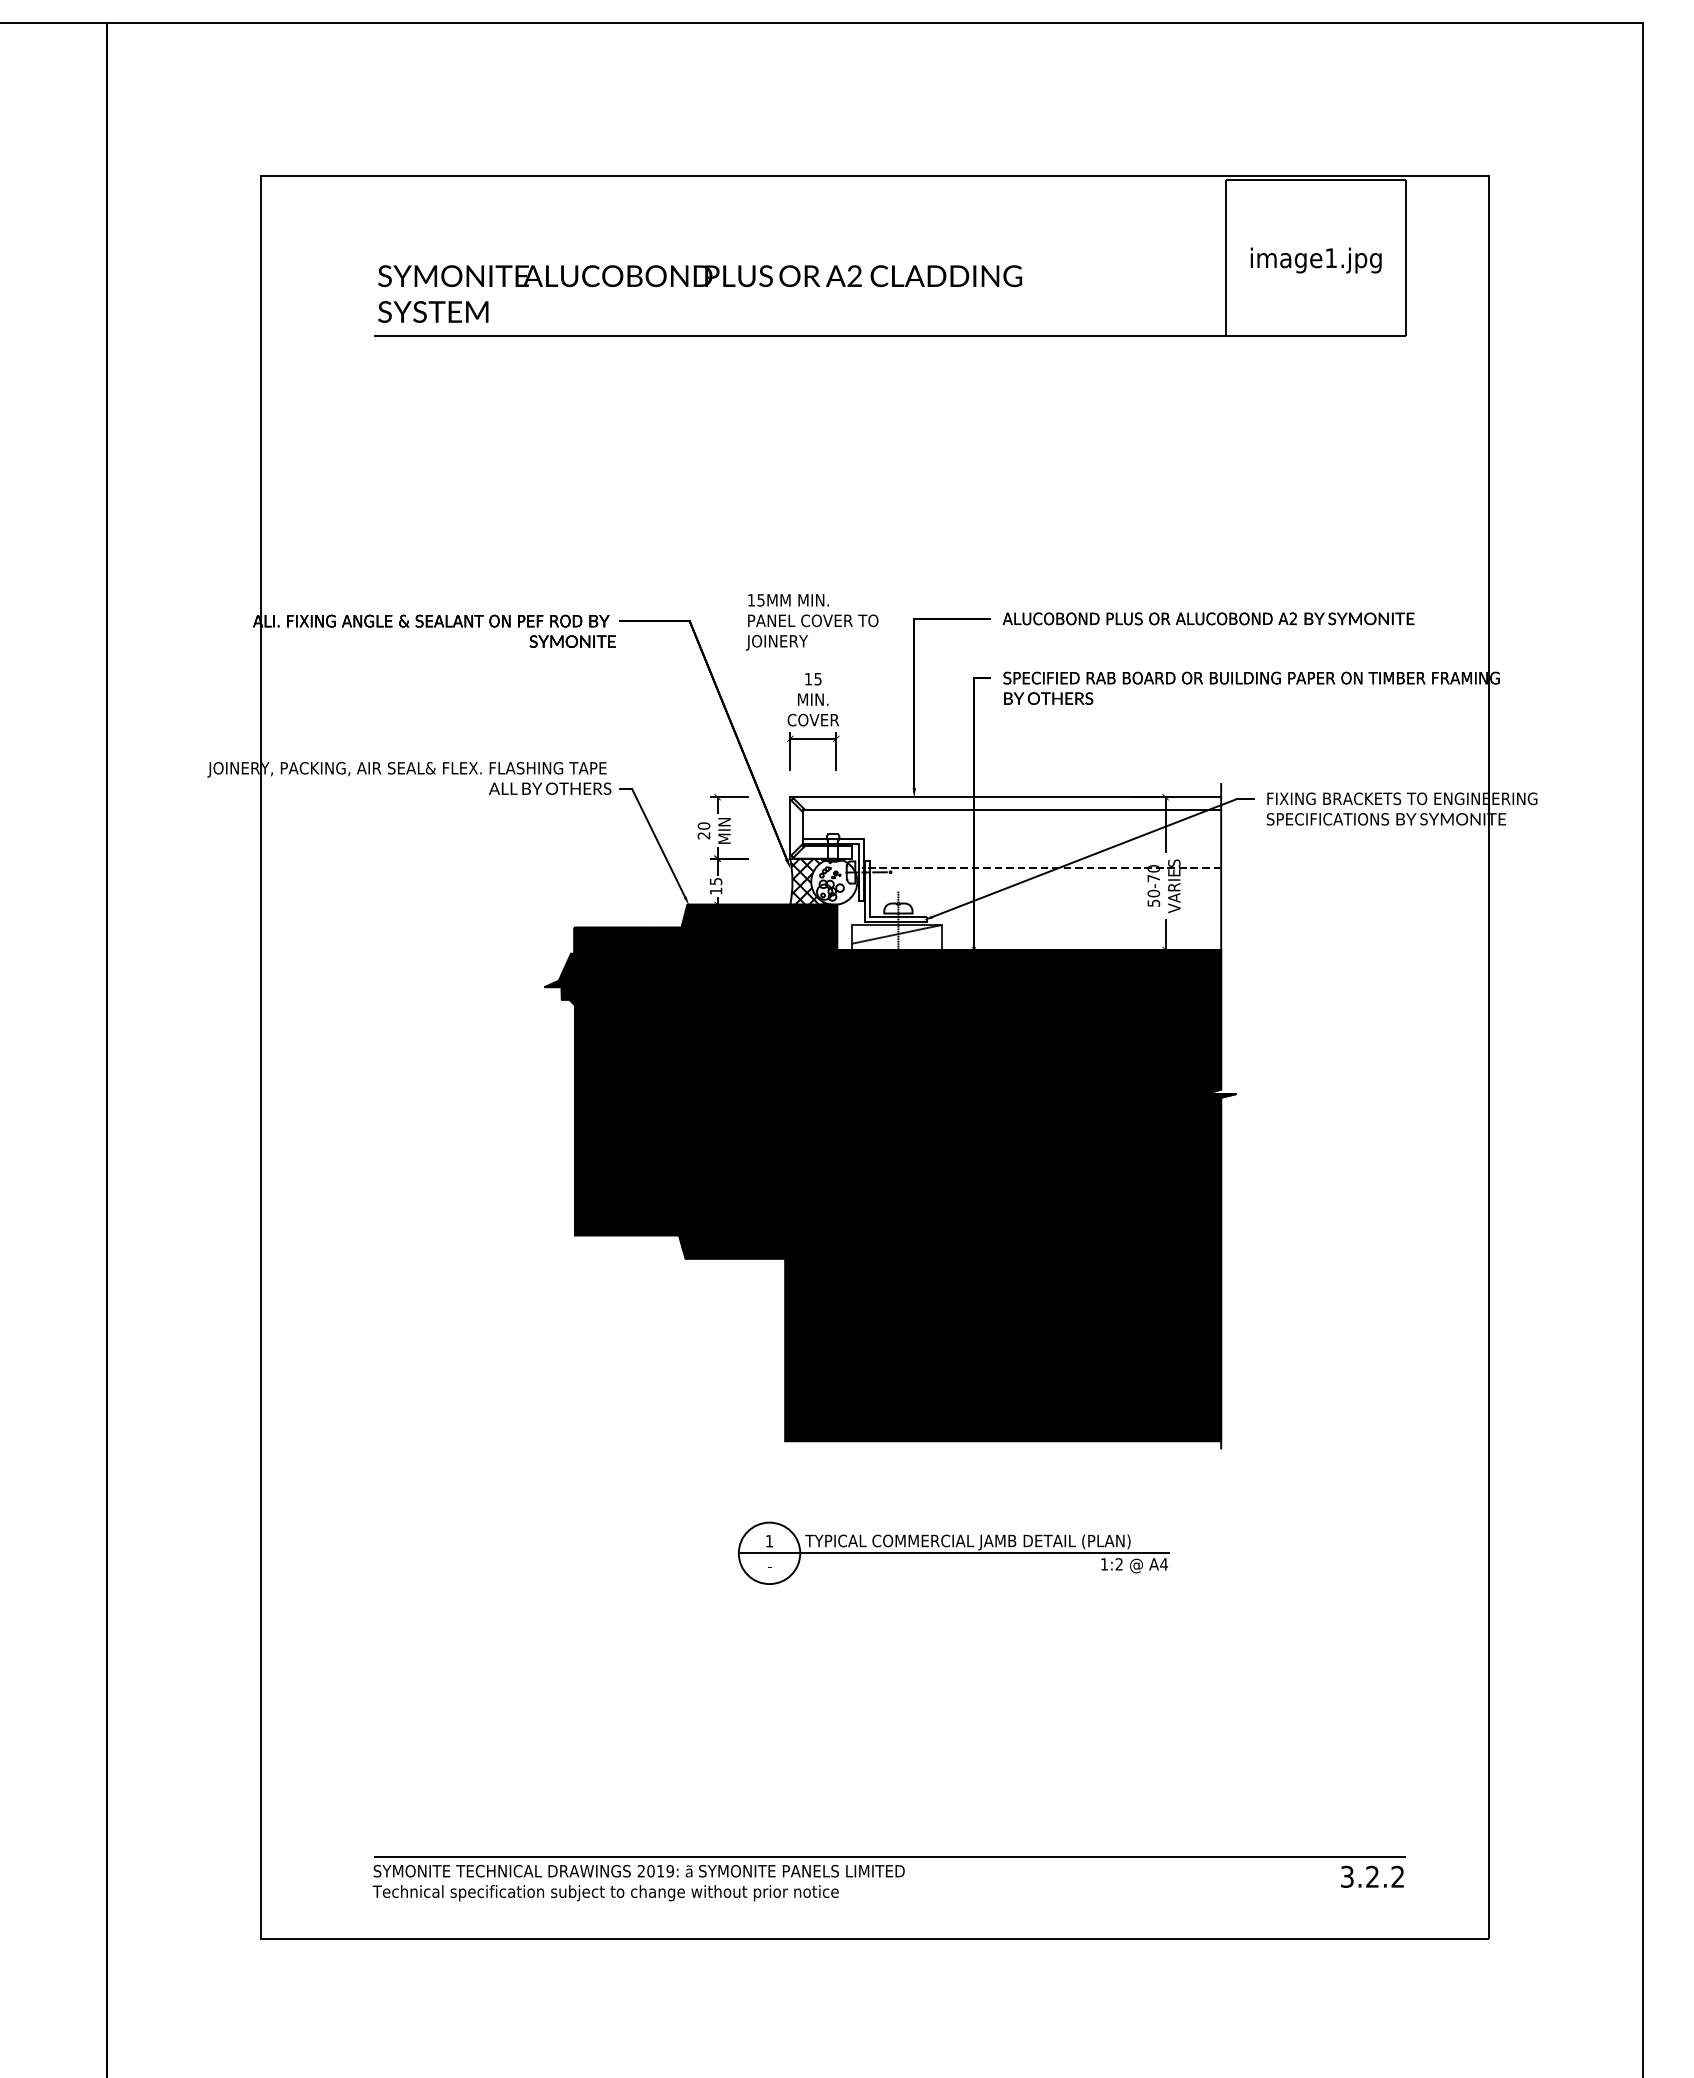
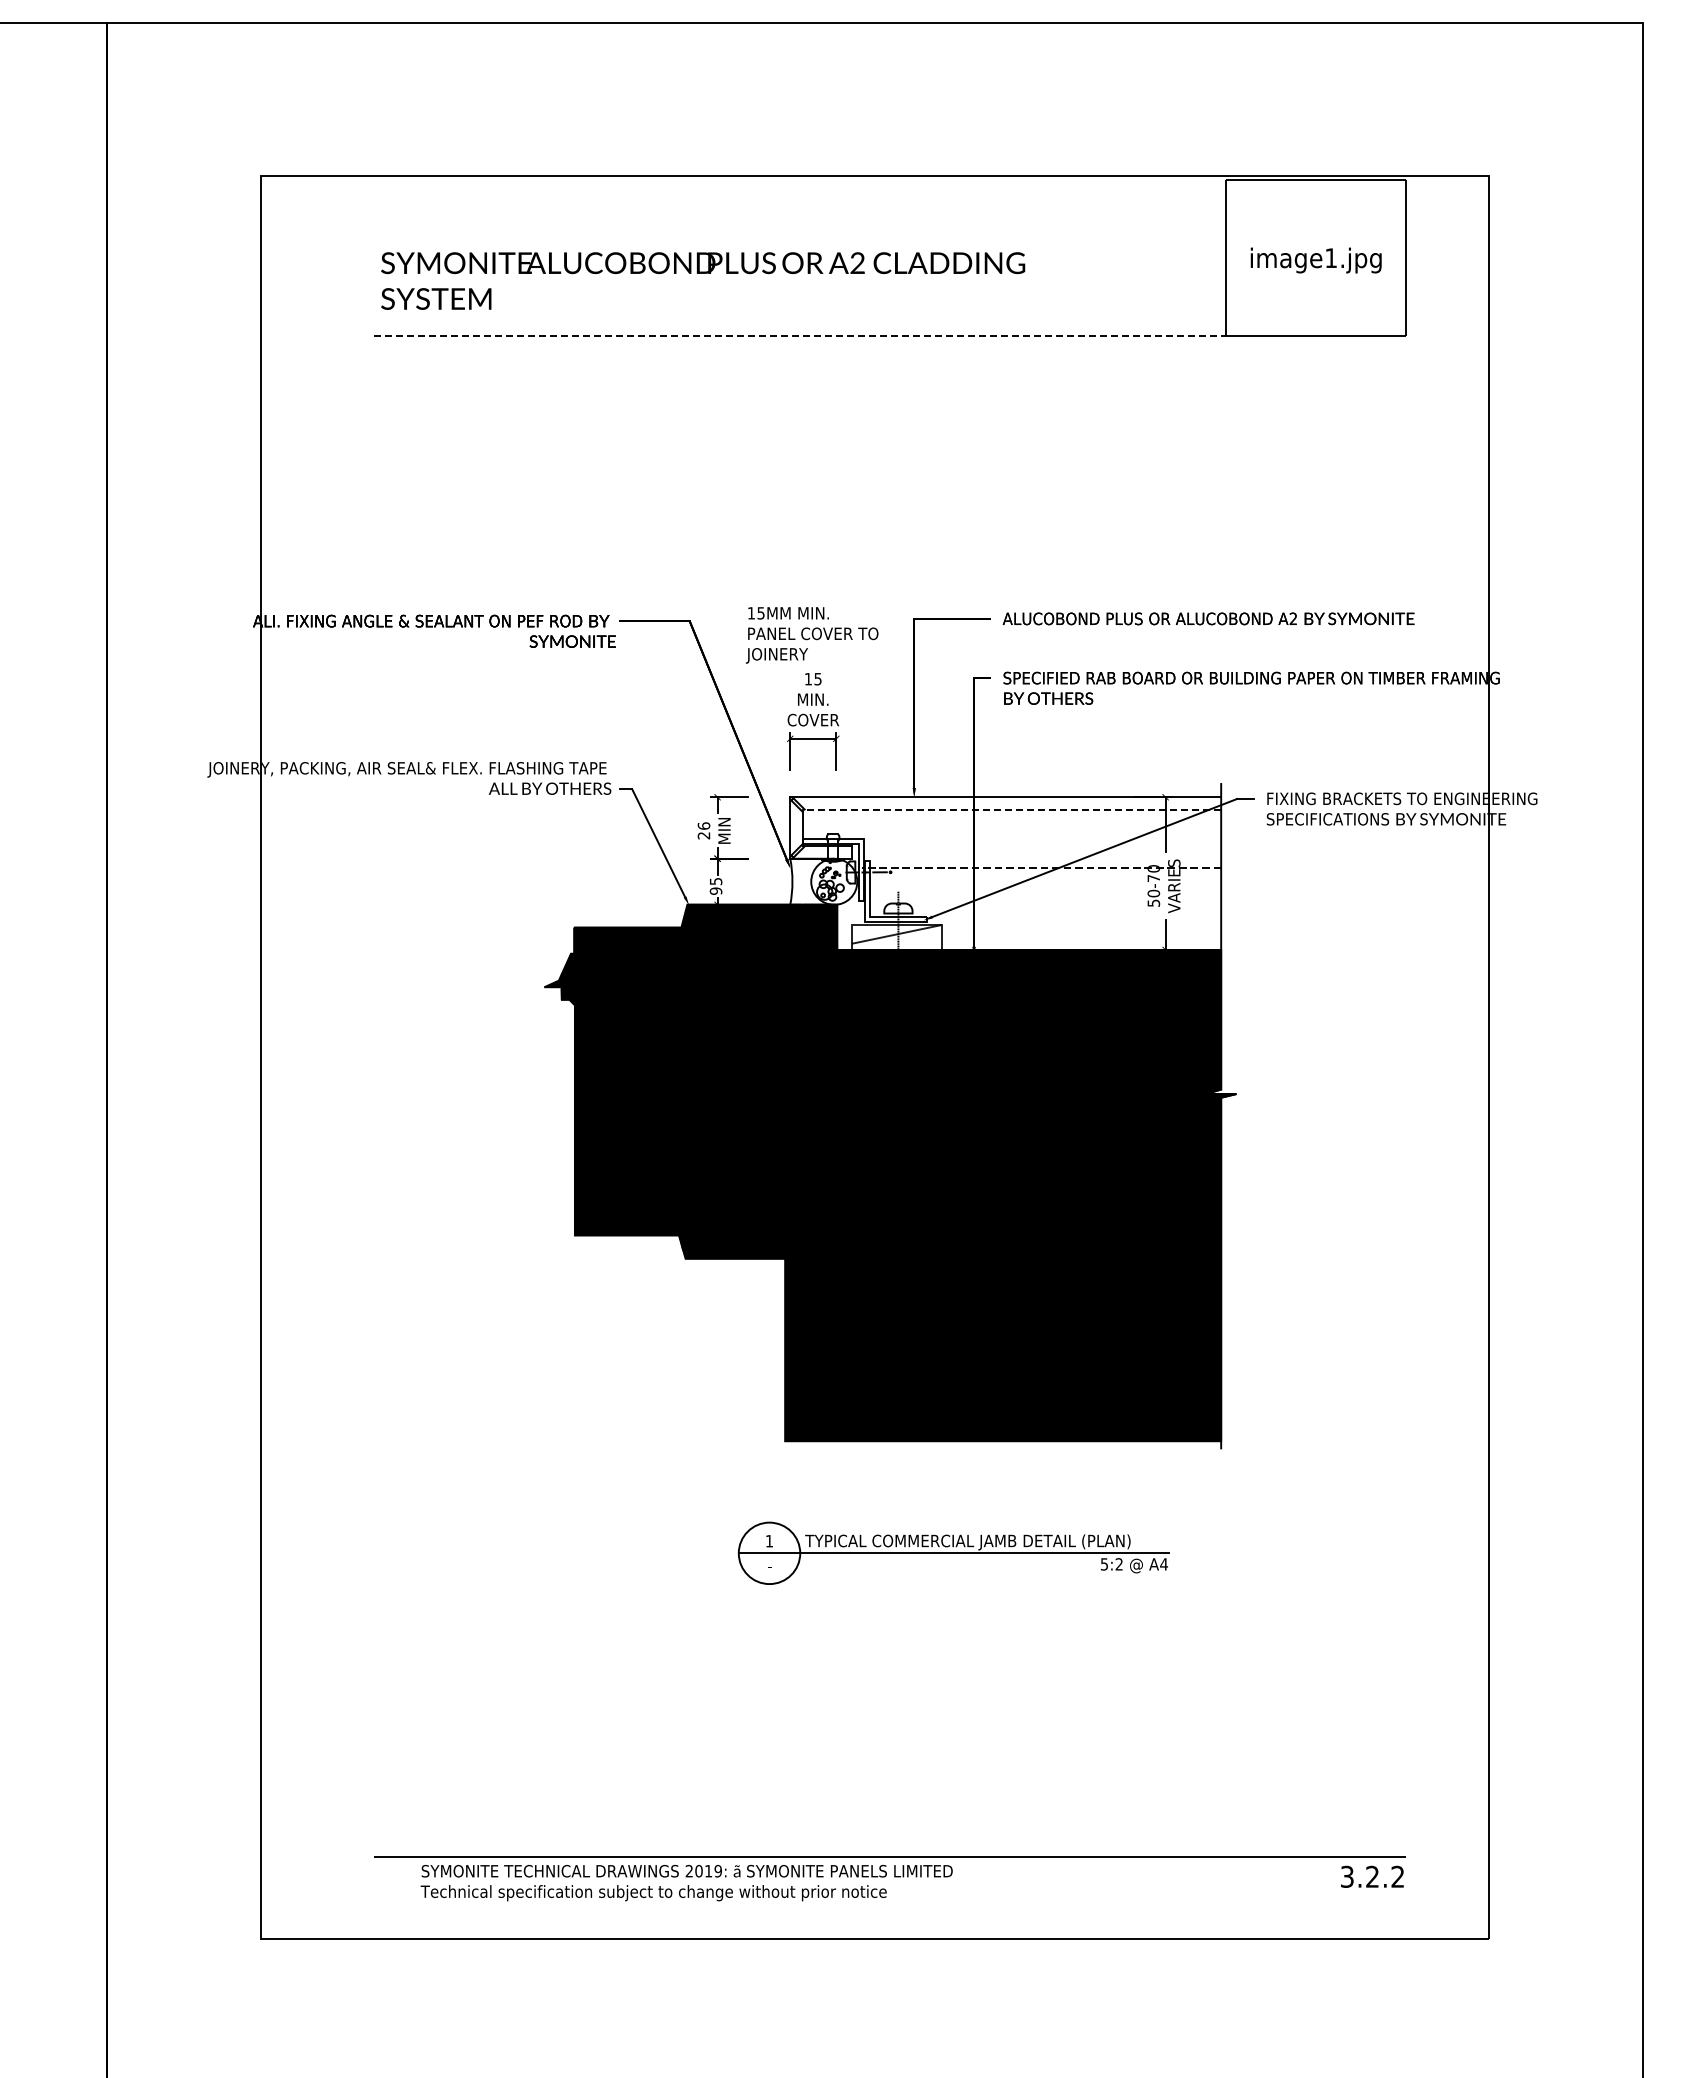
text at (700, 293) position: (700, 293) -> (703, 280)
line at (800, 335): solid -> dashed
text at (812, 622) position: (812, 622) -> (812, 635)
line at (1011, 809): solid -> dashed
text at (703, 825): 20 -> 26
hatch at (811, 881): present -> none
text at (715, 890): 15 -> 95
text at (1103, 1564): 1:2 -> 5:2
text at (638, 1883) position: (638, 1883) -> (686, 1883)
